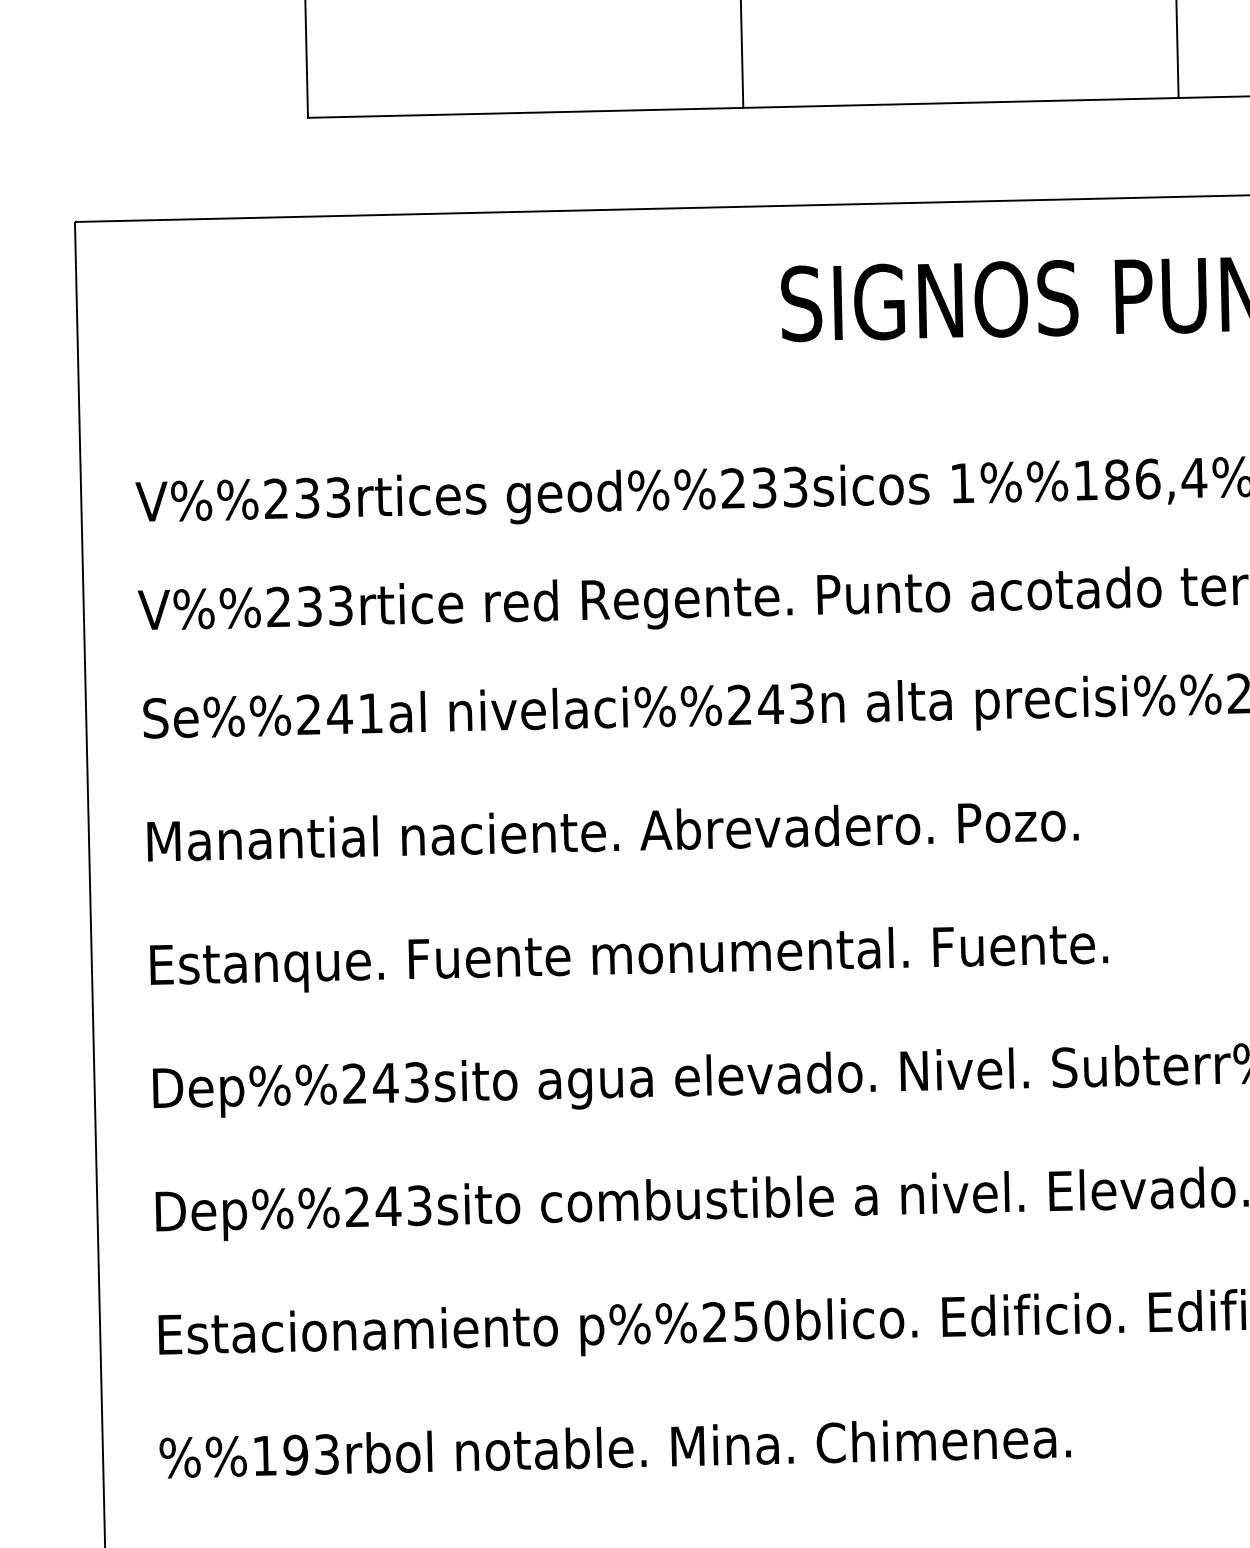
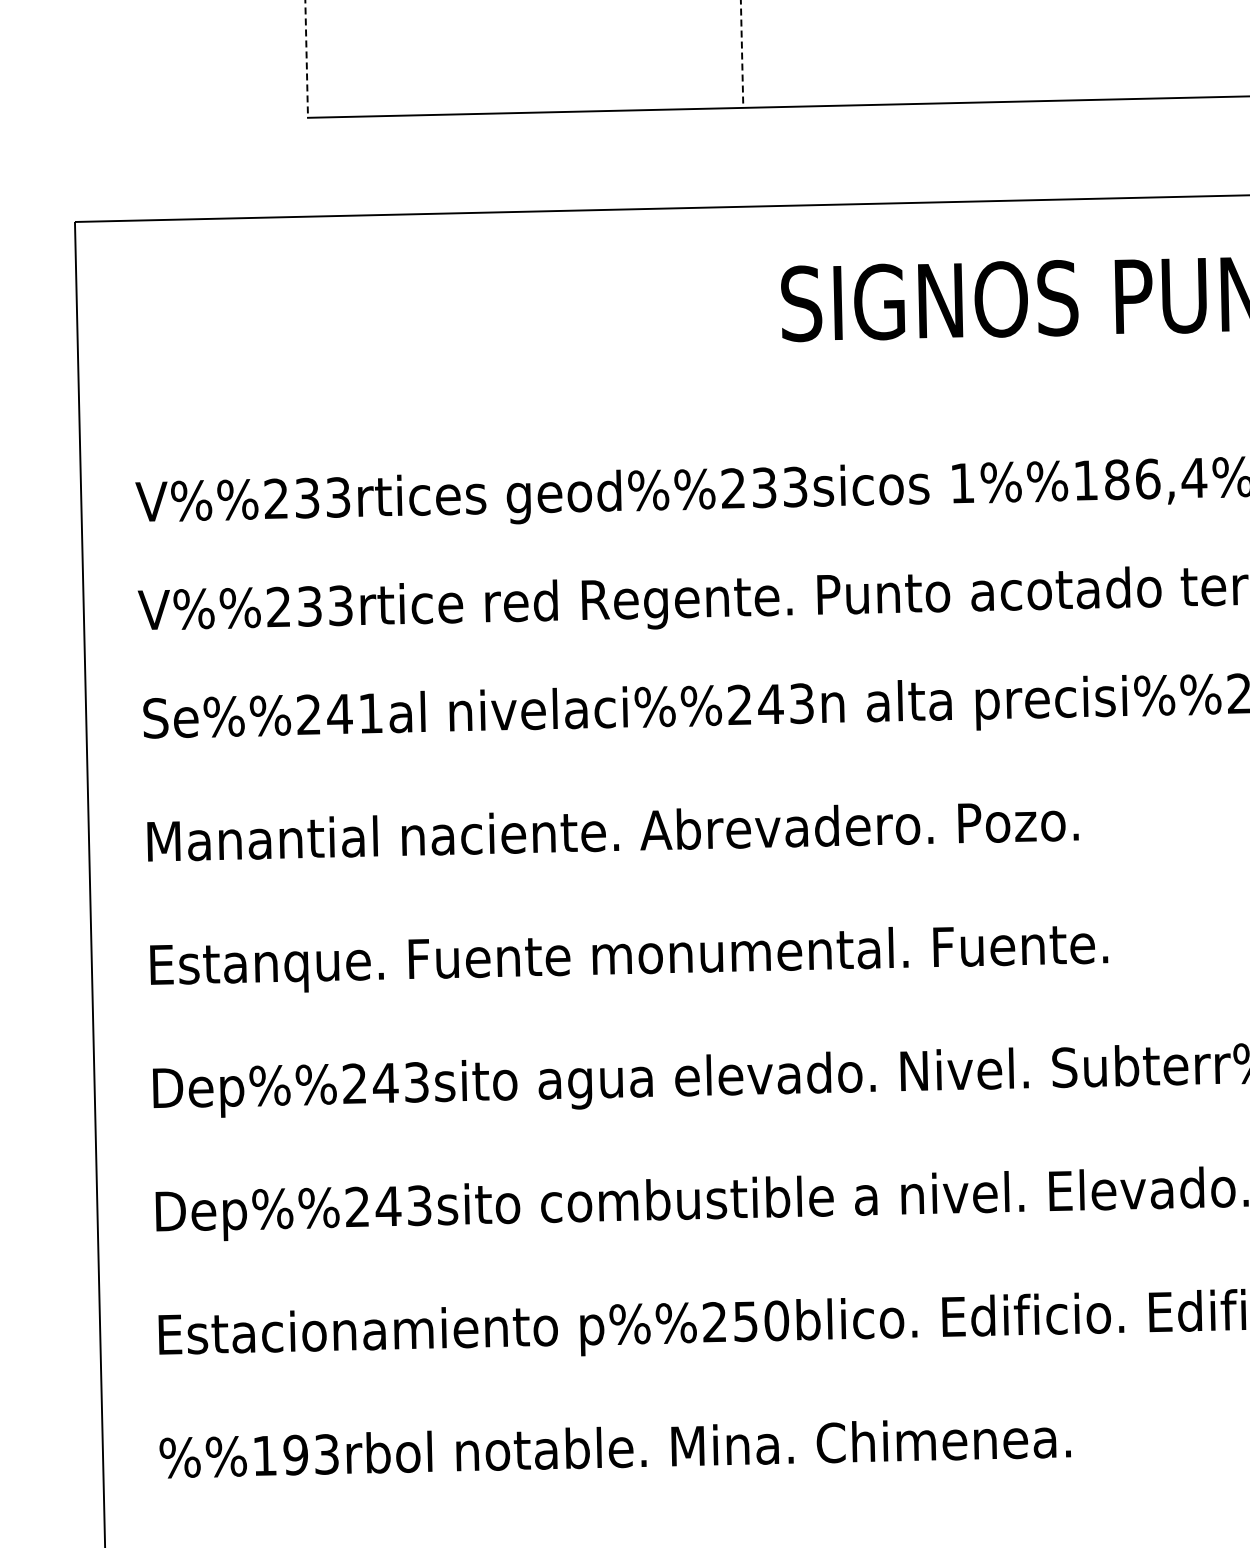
line at (1177, 50): present -> none
line at (742, 54): solid -> dashed
line at (306, 59): solid -> dashed
